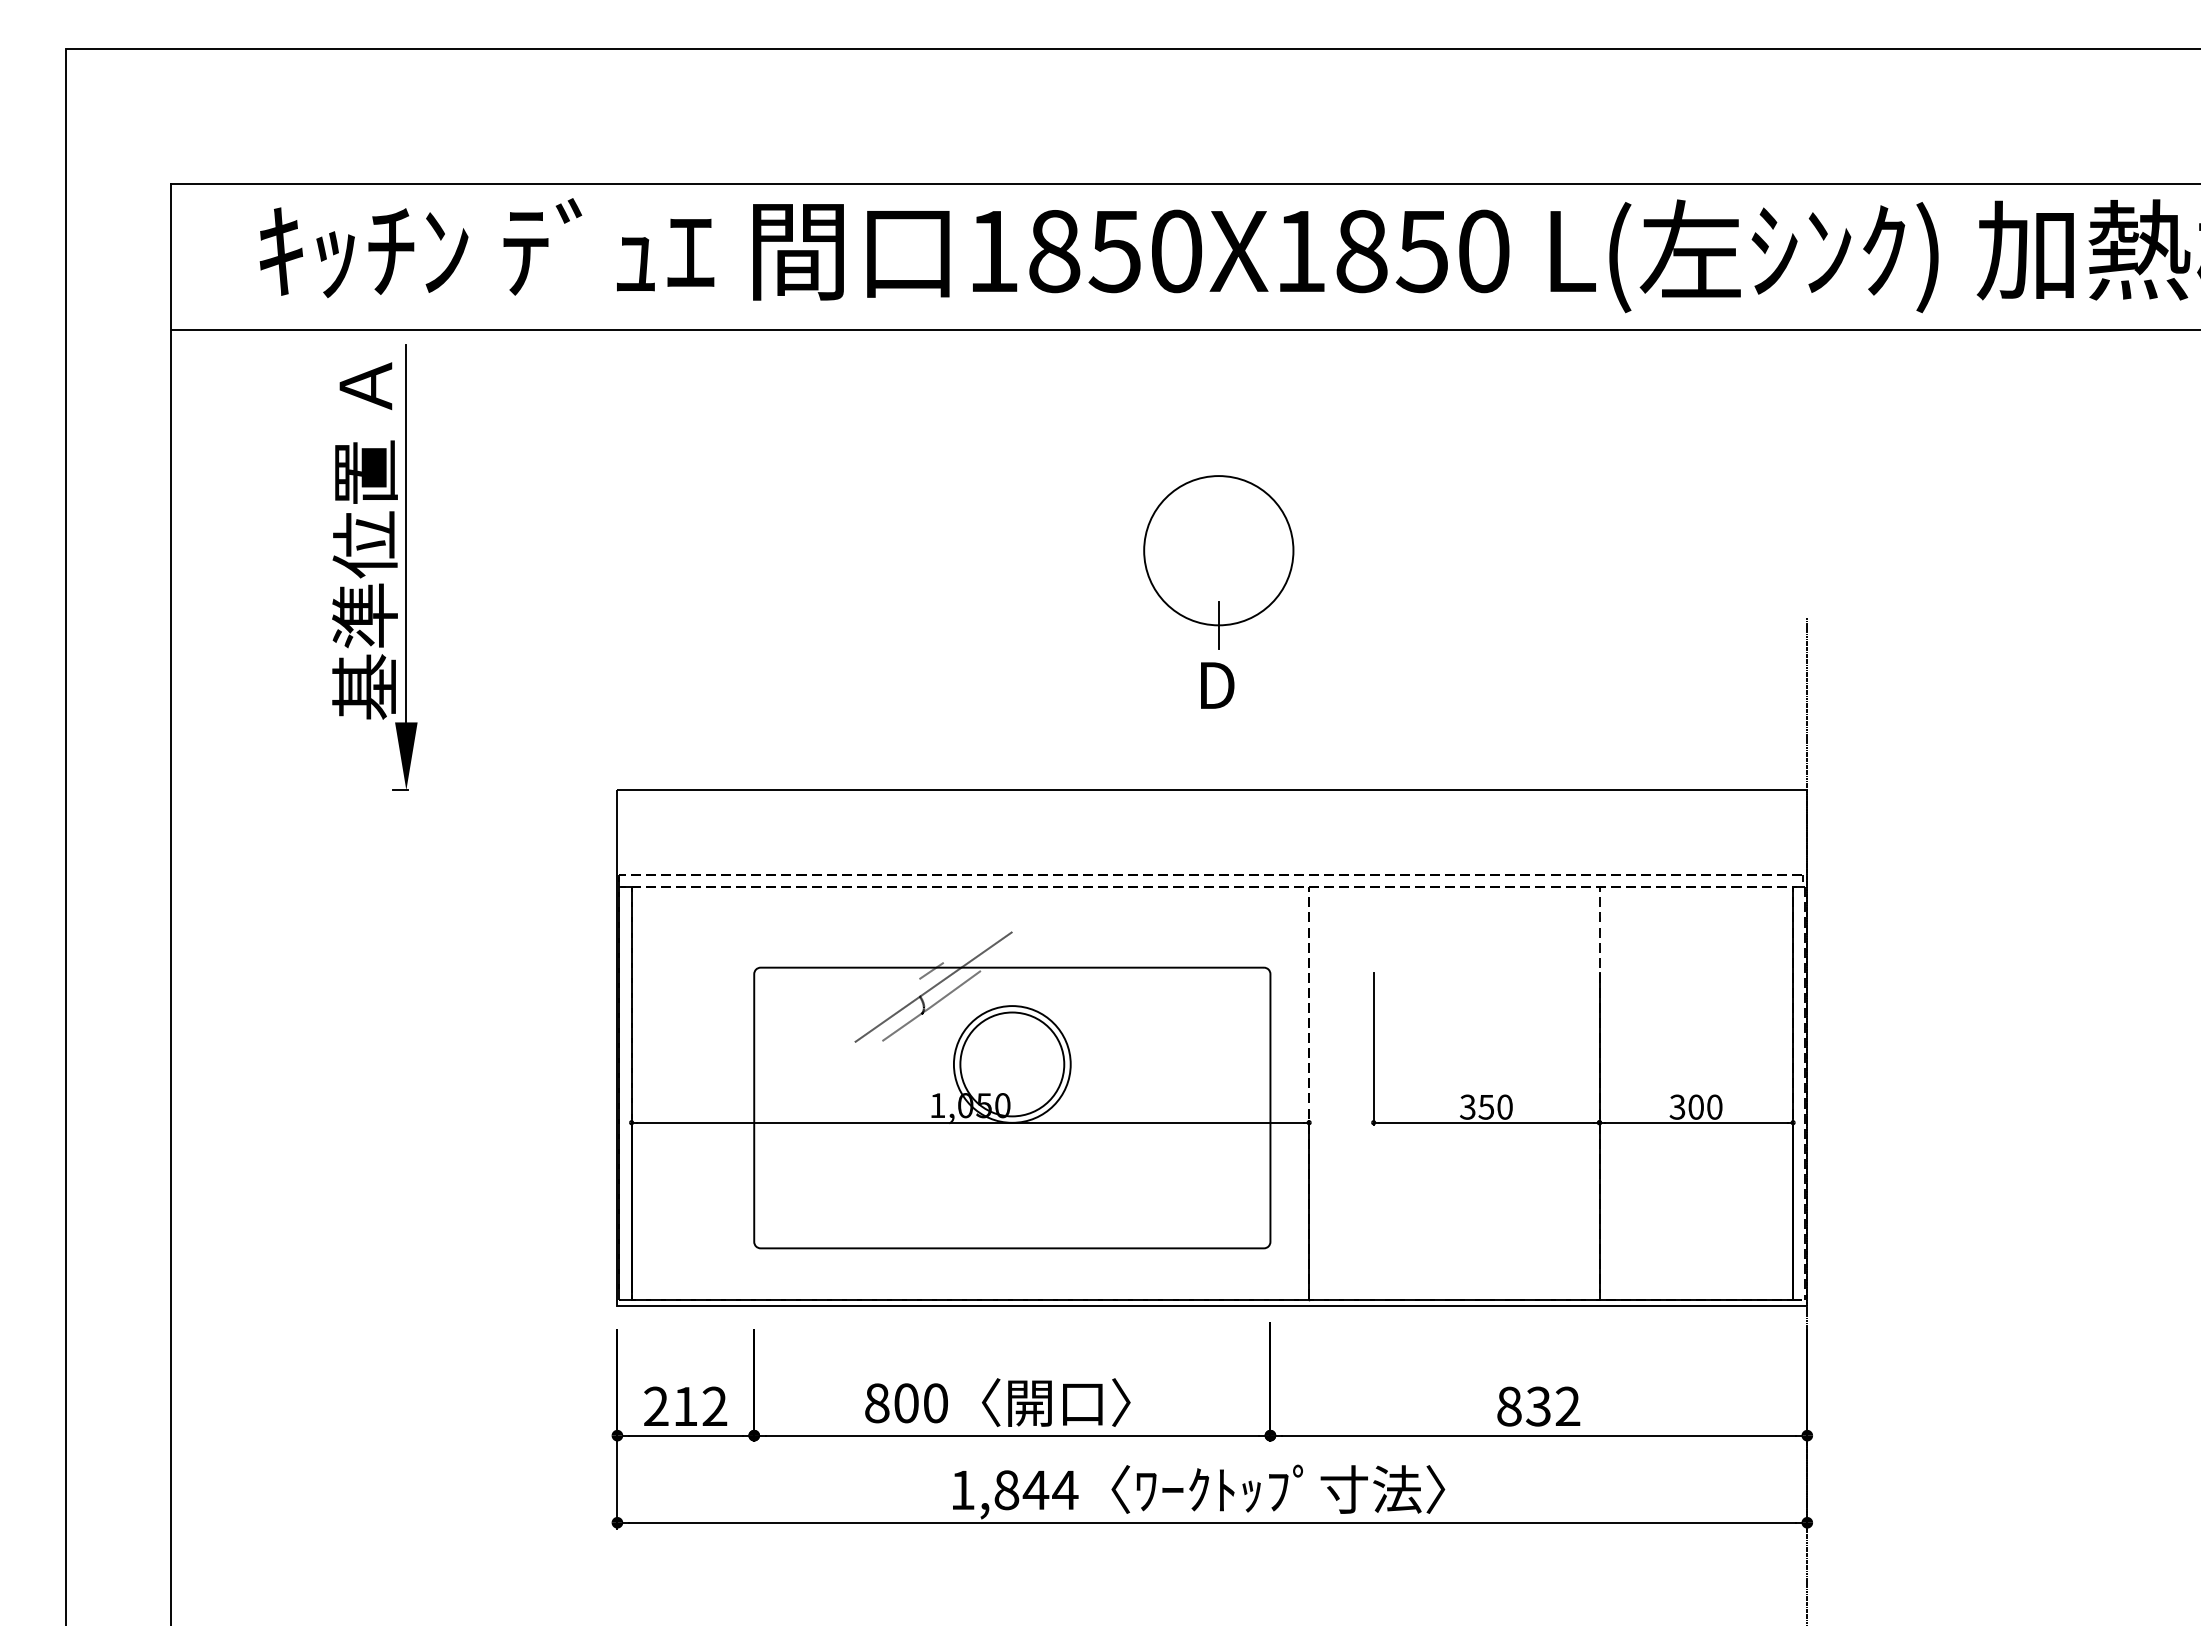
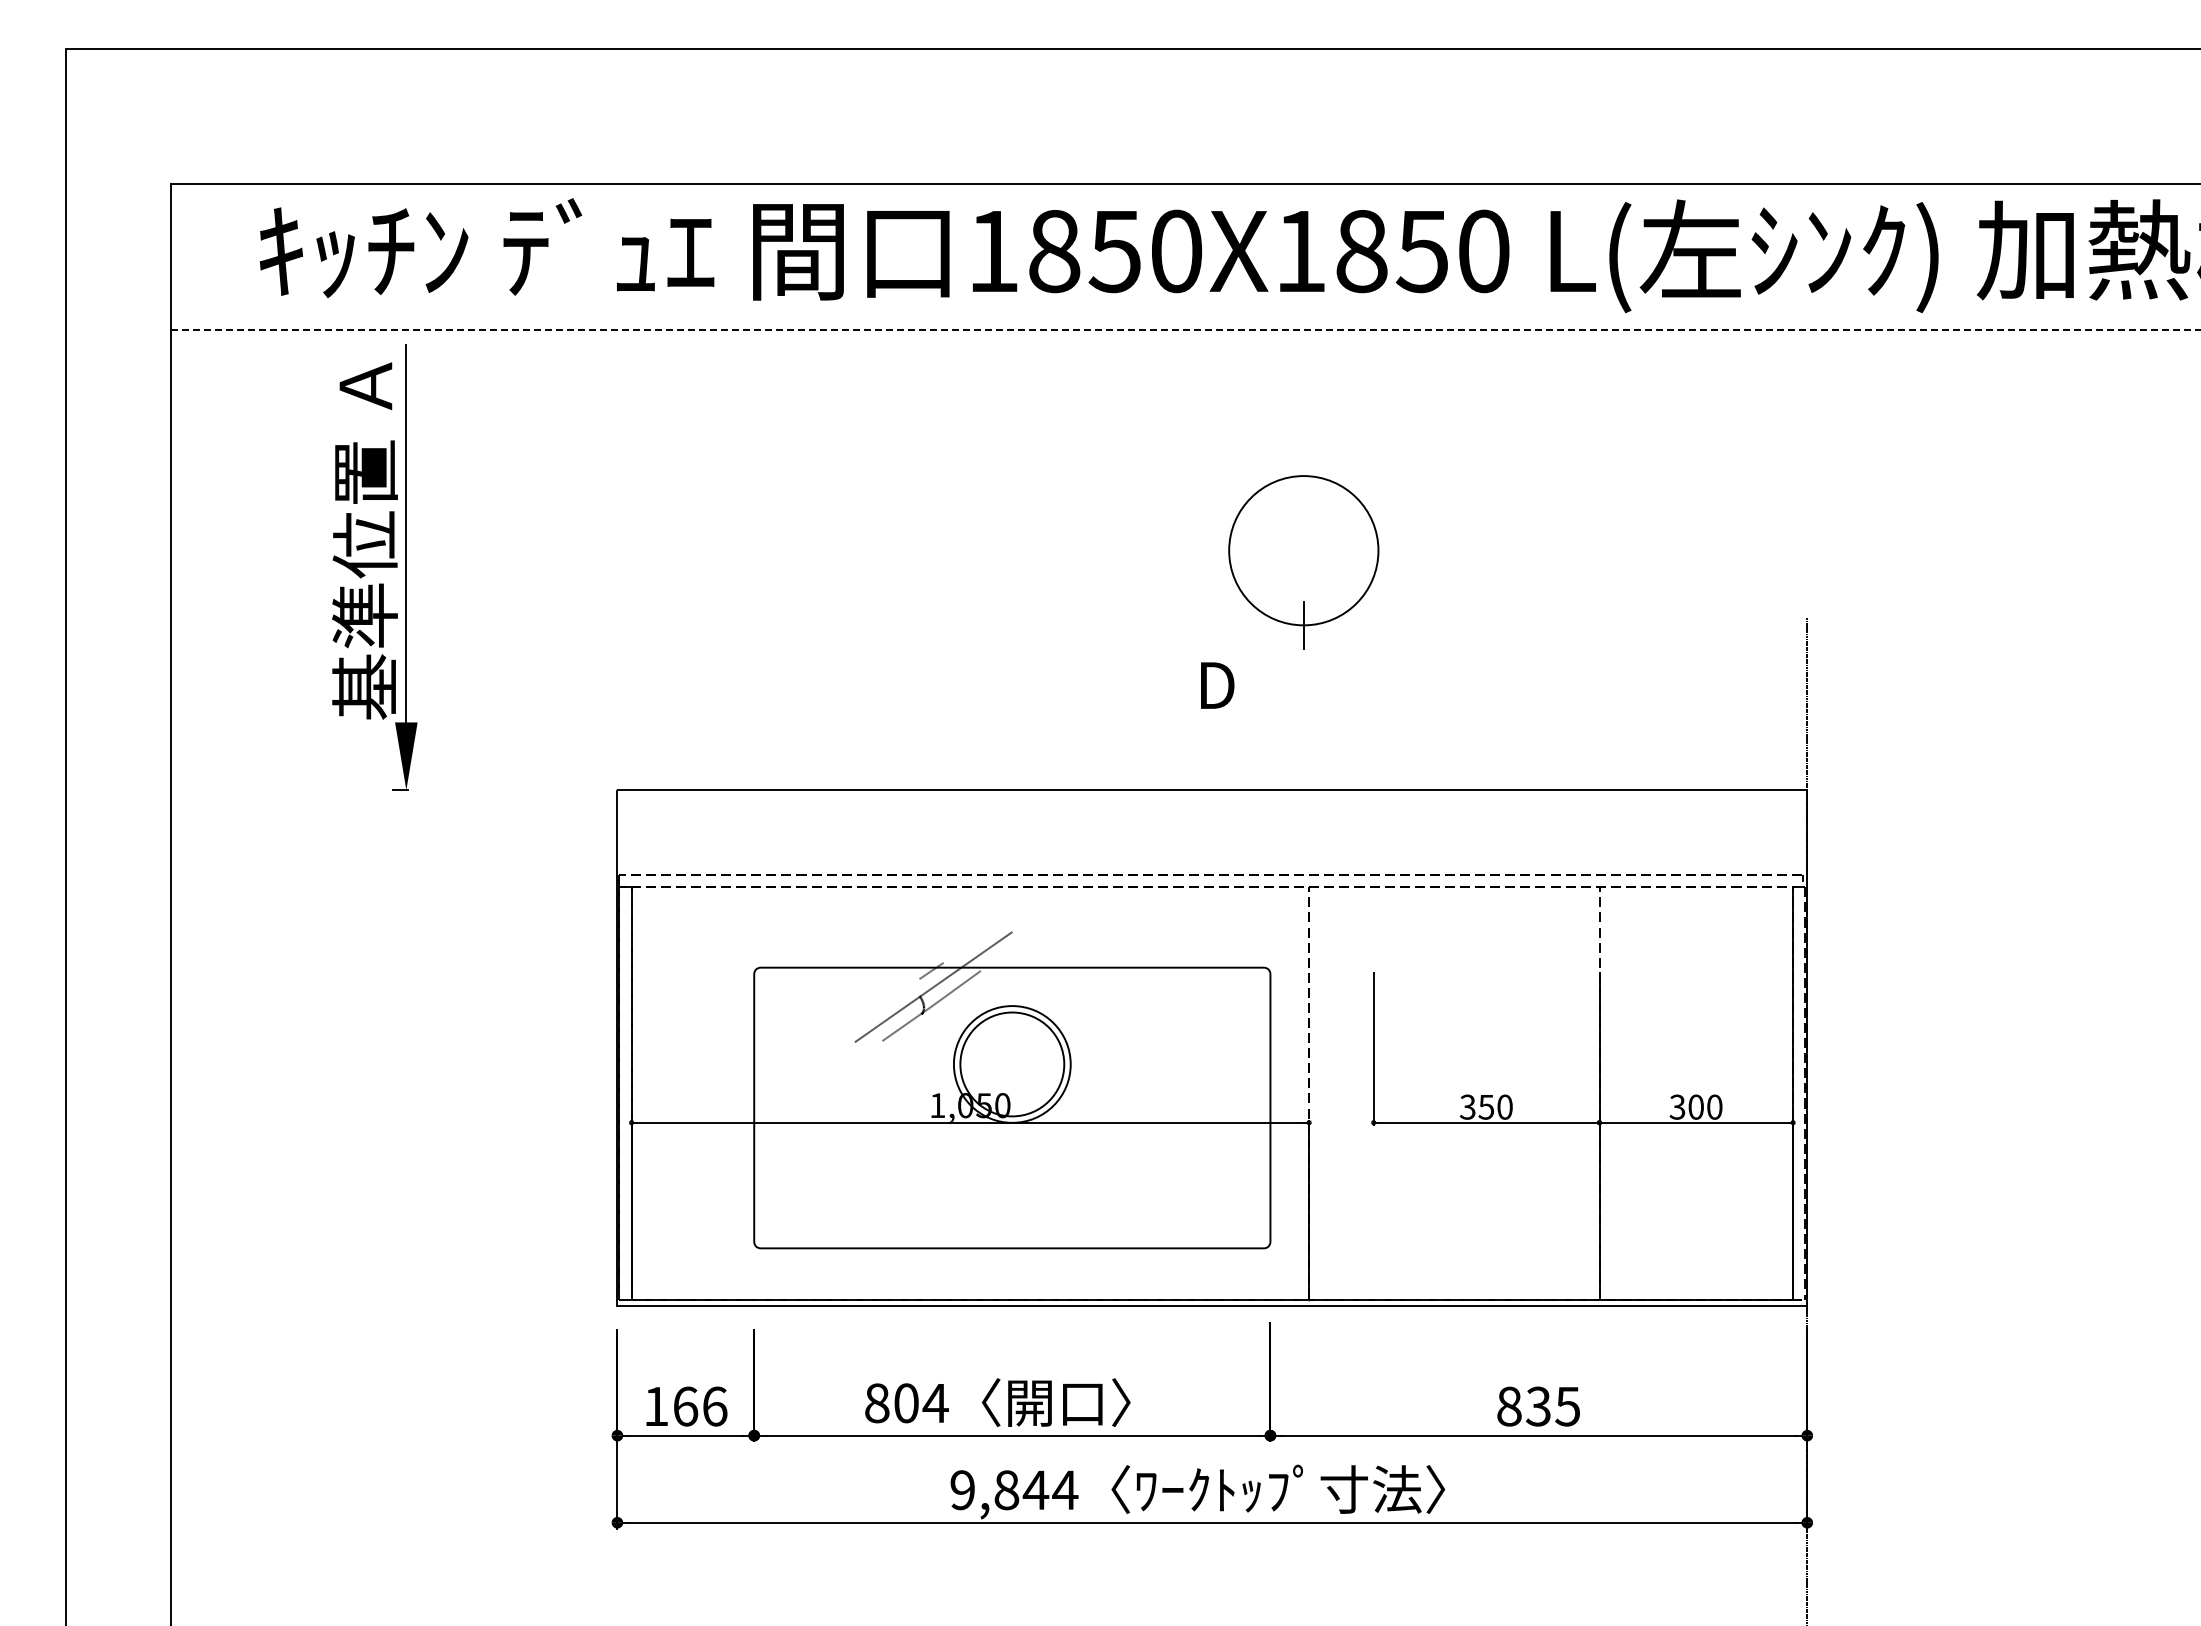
line at (1186, 330): solid -> dashed
part at (1218, 562) position: (1218, 562) -> (1303, 562)
text at (935, 1403): 800 -> 804
text at (685, 1406): 212 -> 166
text at (1567, 1406): 832 -> 835
text at (962, 1490): 1,844 -> 9,844
